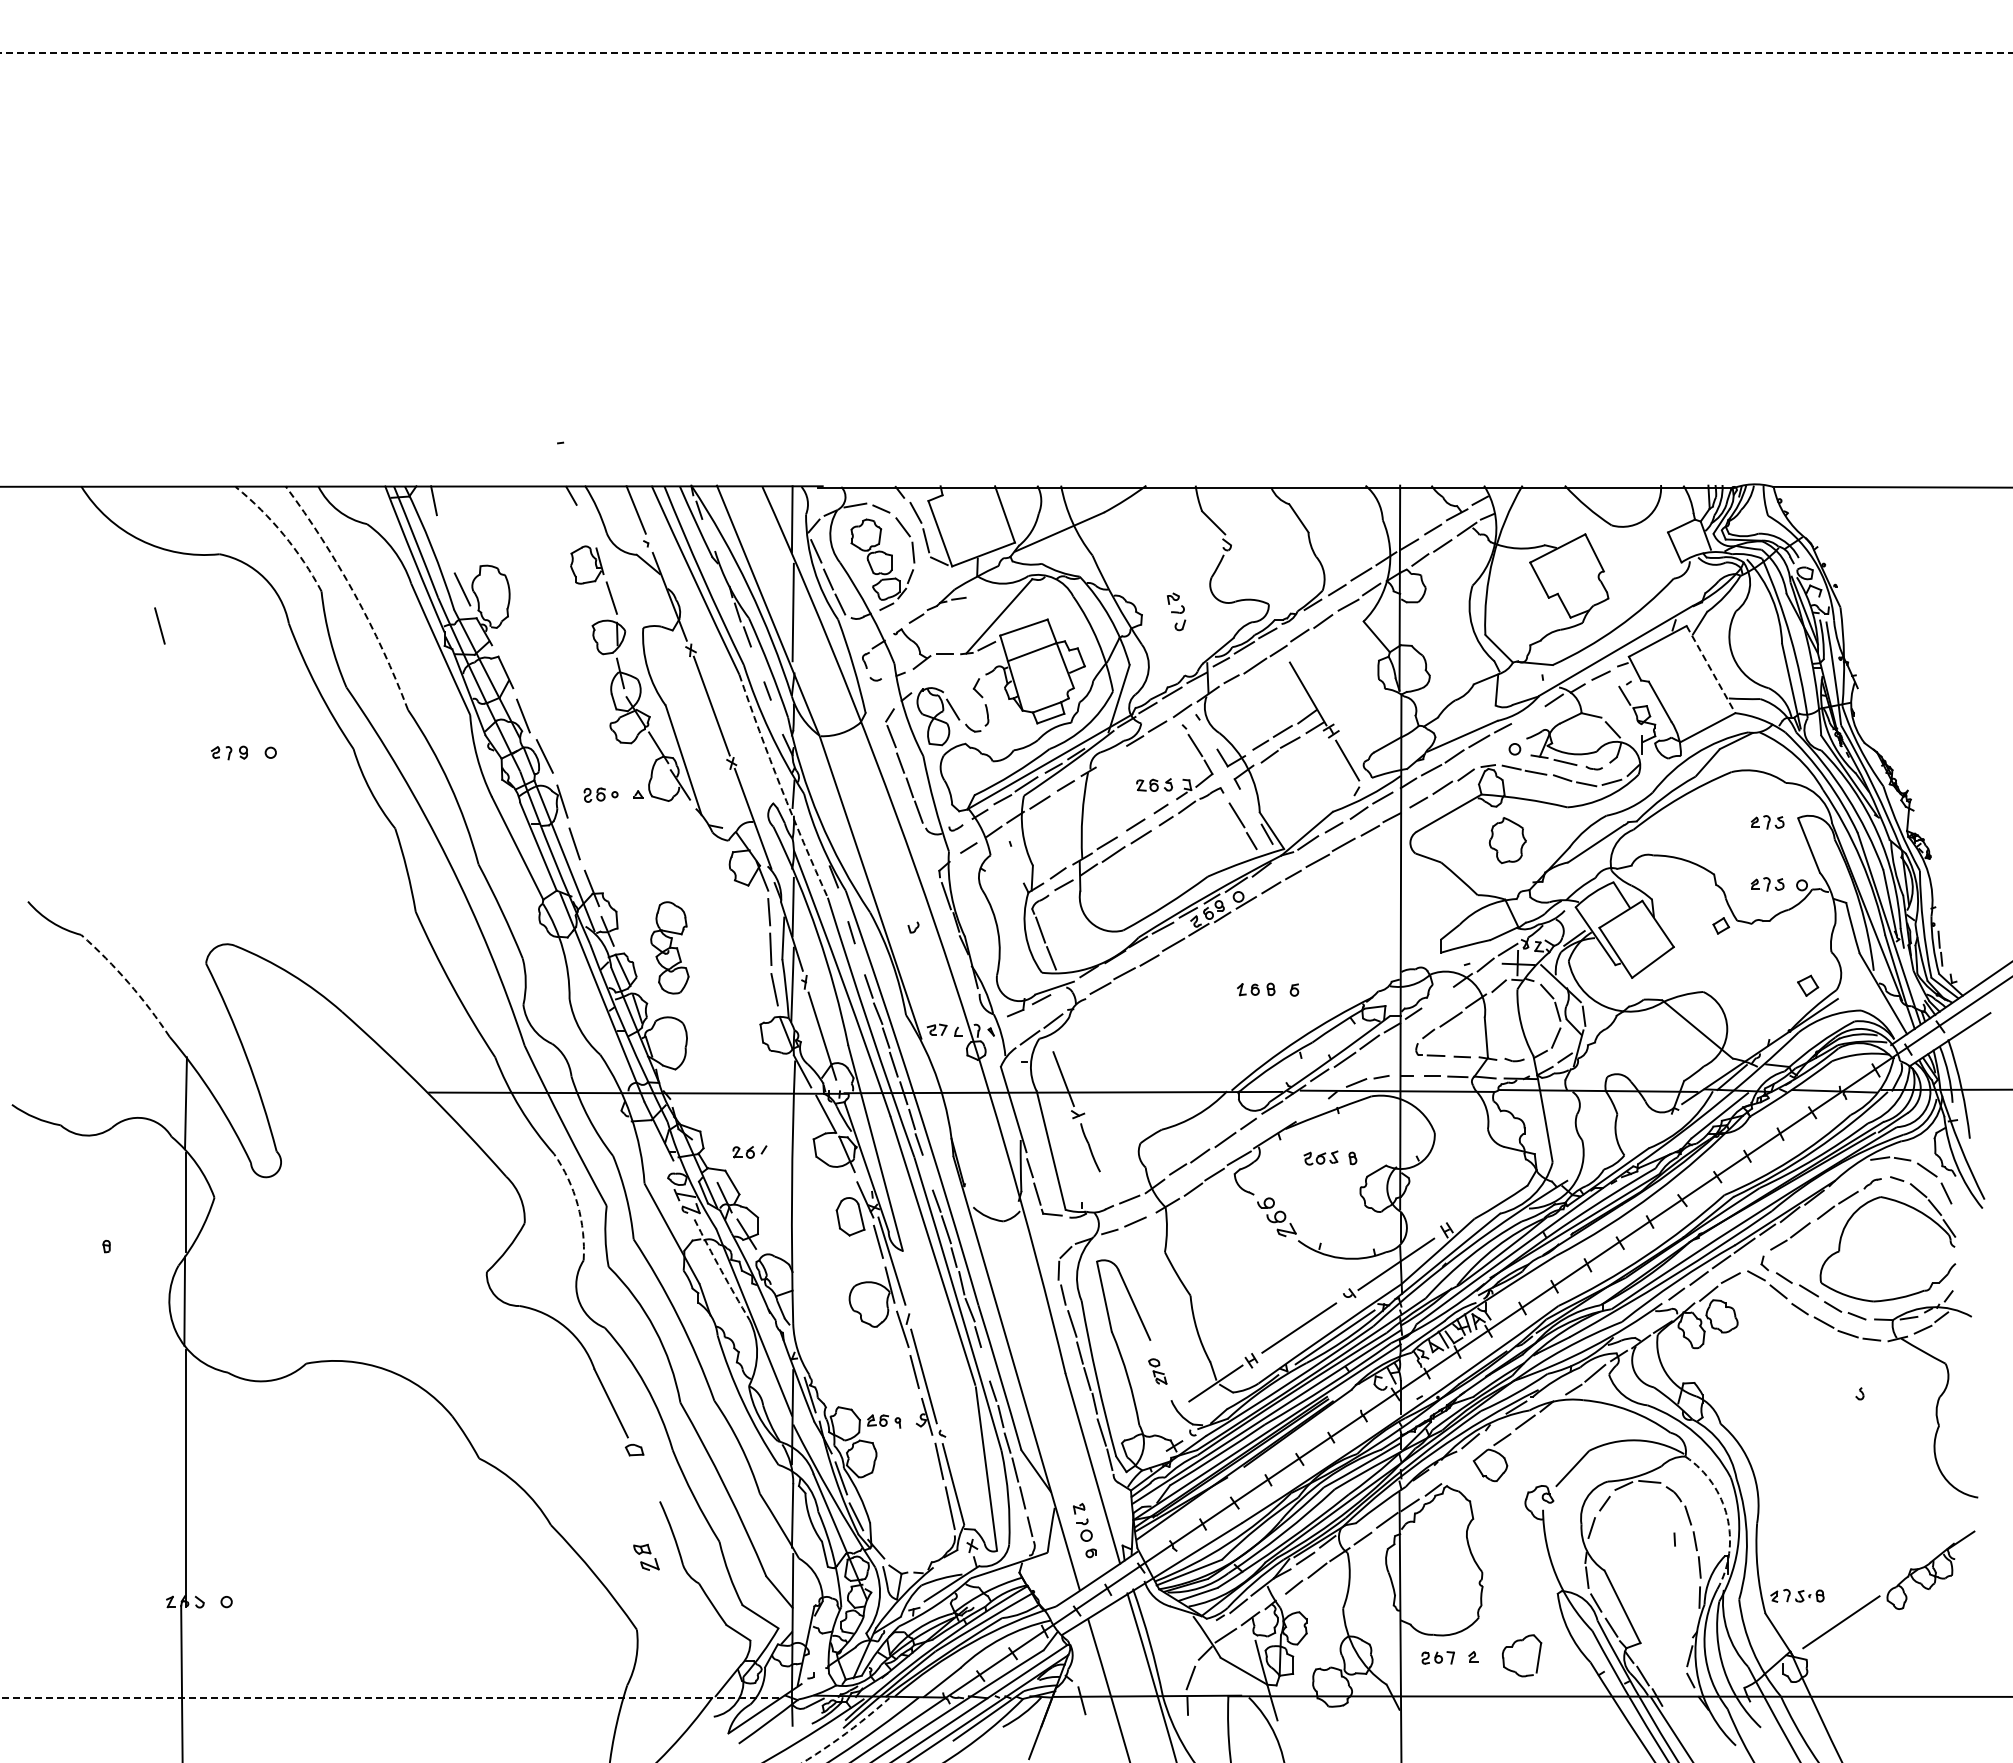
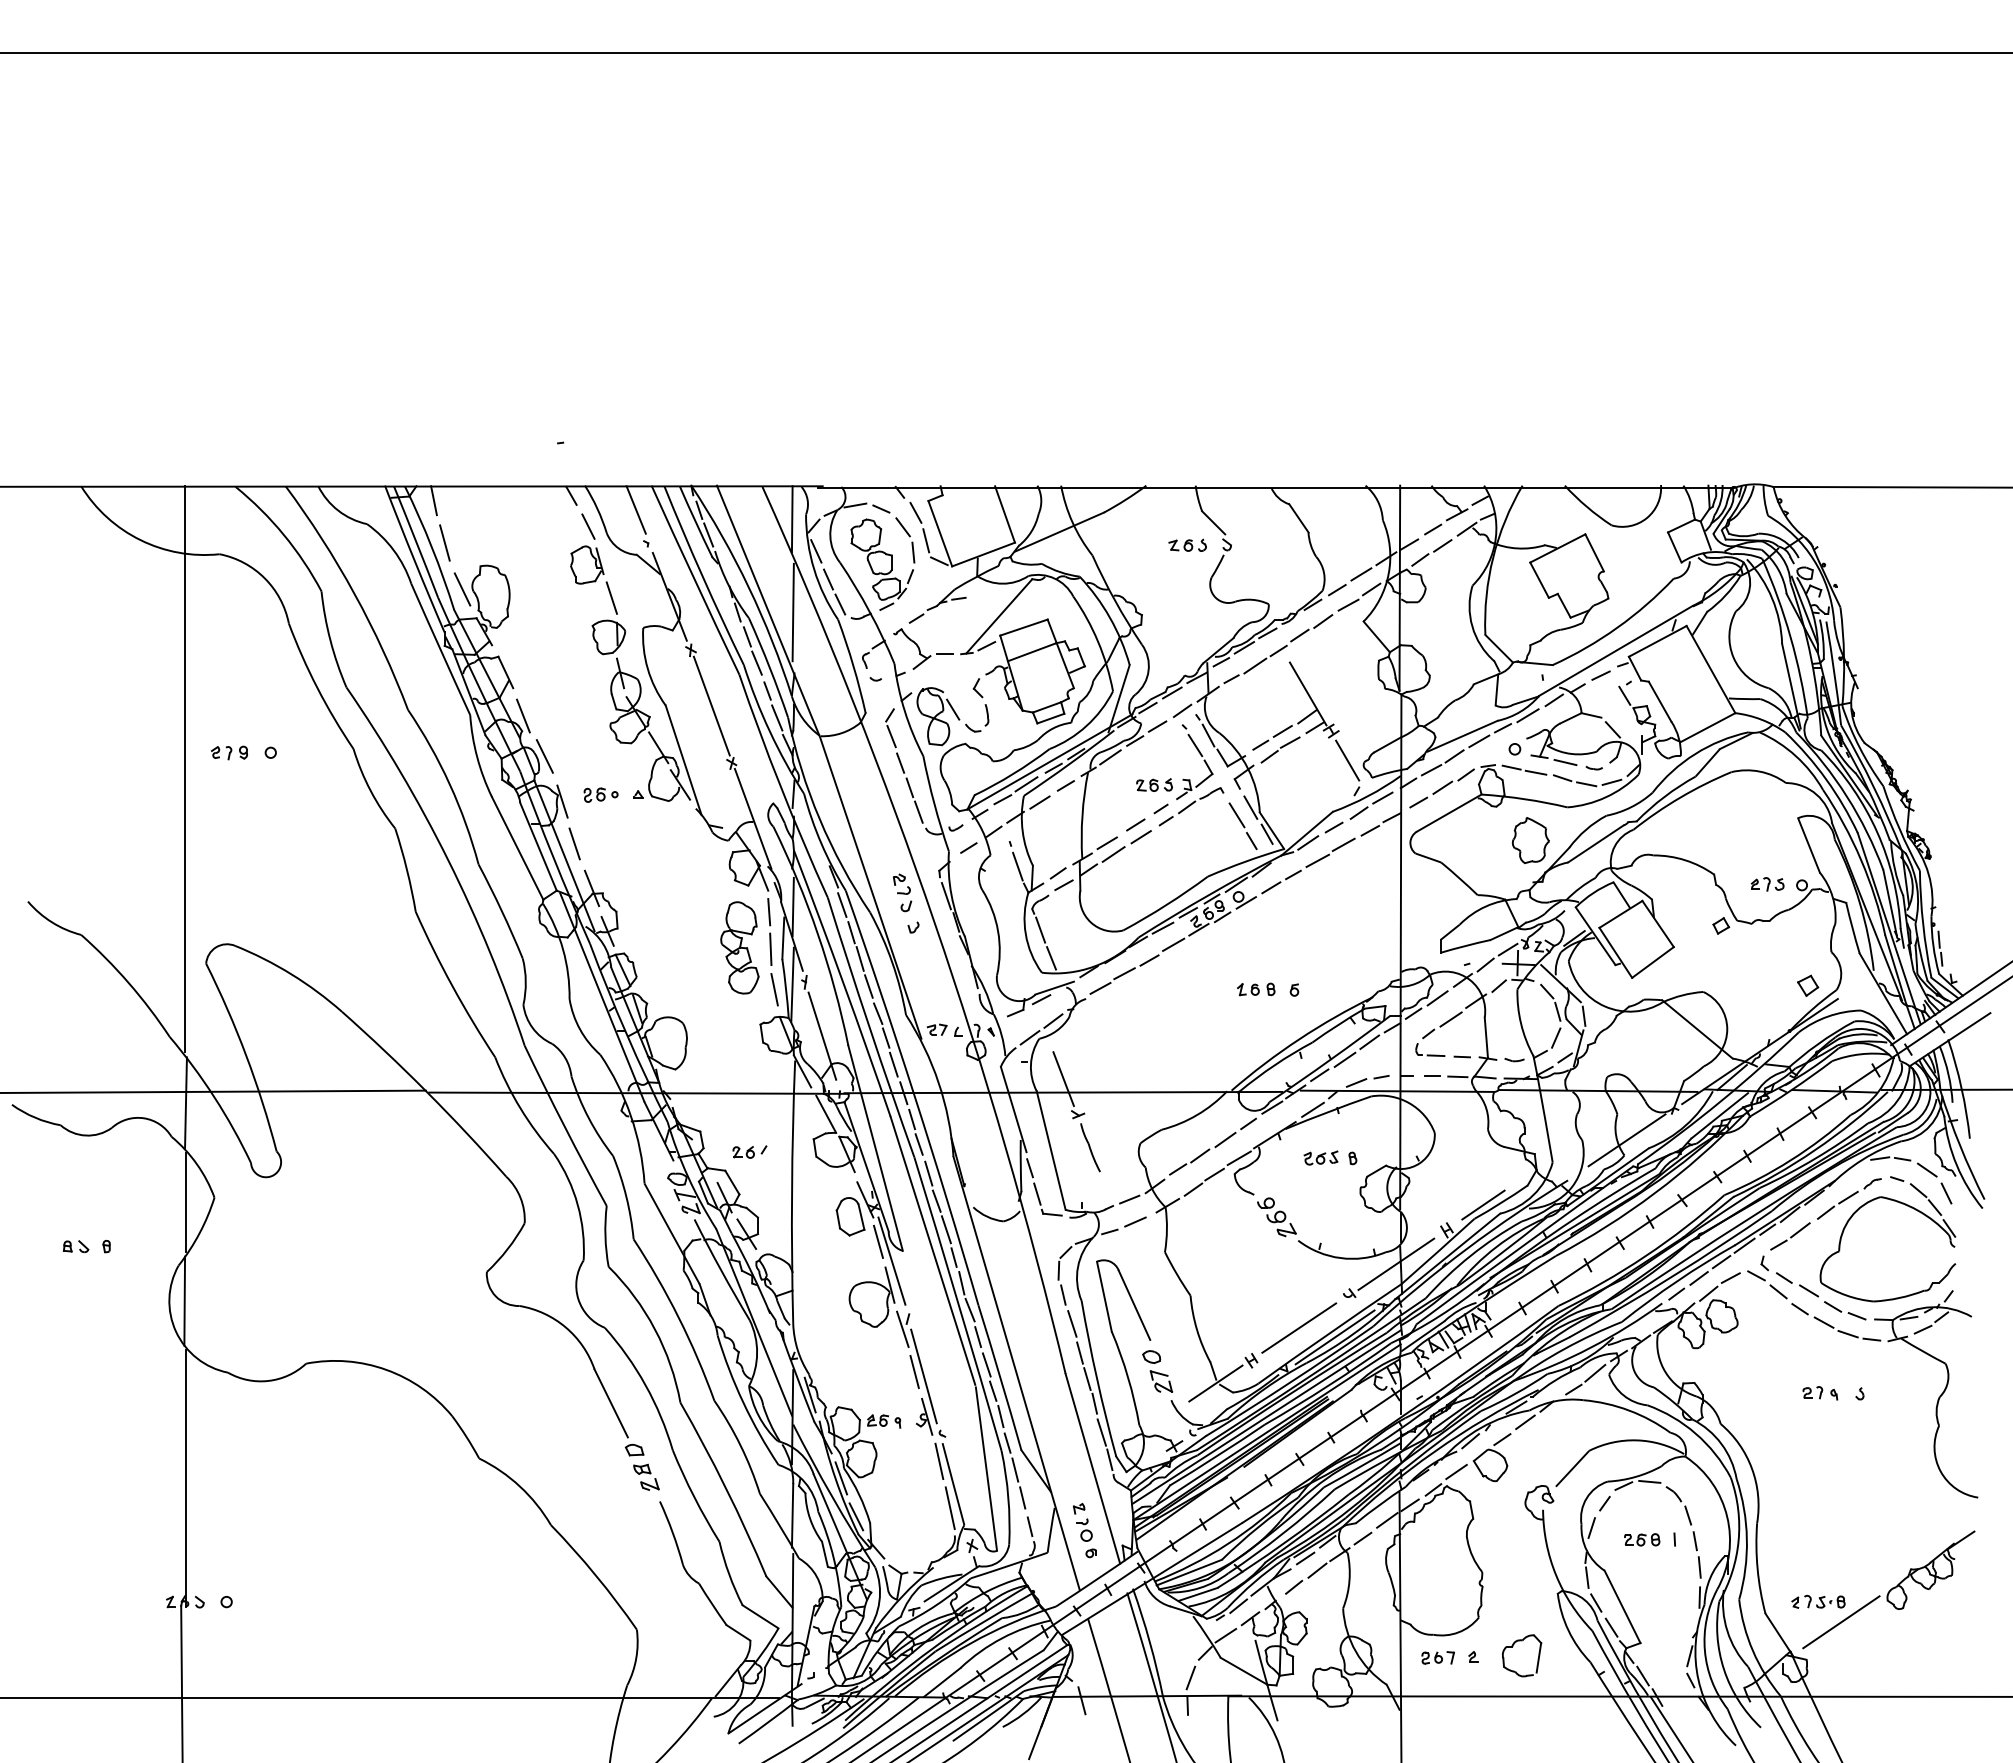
line at (1007, 53): dashed -> solid
line at (588, 526): none -> present
arc at (283, 534): dashed -> solid
line at (708, 534): none -> present
part at (1187, 544): none -> present
arc at (354, 593): dashed -> solid
part at (1176, 611) position: (1176, 611) -> (902, 892)
line at (159, 625) position: (159, 625) -> (444, 542)
line at (756, 662): none -> present
line at (1710, 669): dashed -> solid
line at (1527, 715): none -> present
line at (777, 717): none -> present
line at (1208, 735): none -> present
line at (1110, 757): none -> present
line at (185, 769): none -> present
arc at (780, 787): dashed -> solid
line at (1250, 807): none -> present
part at (1767, 822): present -> none
part at (1507, 840) position: (1507, 840) -> (1530, 840)
line at (1017, 866): none -> present
line at (842, 904): none -> present
part at (669, 947) position: (669, 947) -> (739, 947)
line at (859, 958): none -> present
arc at (128, 983): dashed -> solid
line at (1437, 998): none -> present
line at (214, 1091): none -> present
line at (1312, 1109): none -> present
line at (1626, 1140): none -> present
line at (928, 1173): none -> present
arc at (577, 1204): dashed -> solid
line at (1483, 1204): none -> present
part at (75, 1246): none -> present
arc at (721, 1270): dashed -> solid
line at (986, 1364): none -> present
part at (1157, 1371) size: 20x27 px -> 32x43 px
part at (1820, 1393): none -> present
line at (1456, 1471): none -> present
arc at (1727, 1516): dashed -> solid
part at (1642, 1539): none -> present
part at (646, 1556) position: (646, 1556) -> (646, 1476)
part at (1797, 1595) position: (1797, 1595) -> (1818, 1601)
line at (389, 1697): dashed -> solid
arc at (846, 1732): dashed -> solid
